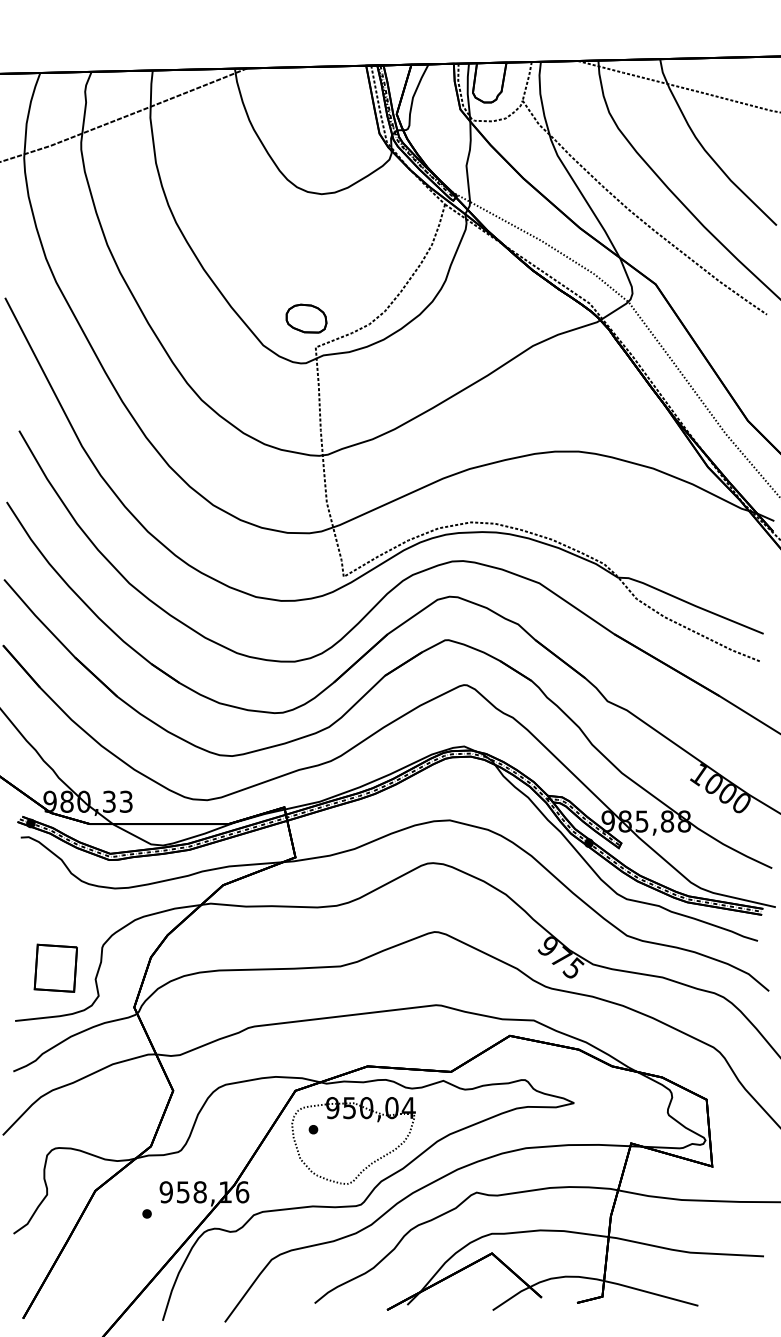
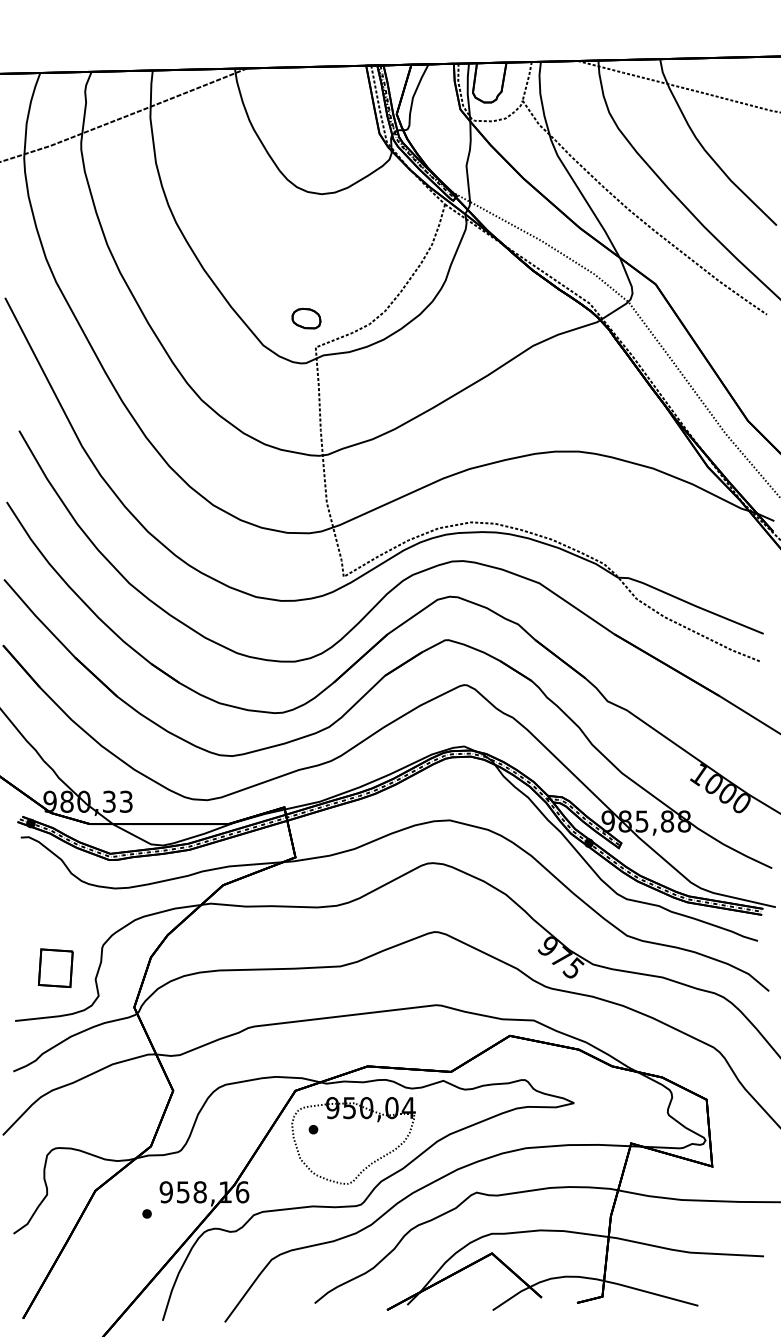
part at (306, 318) size: 43x31 px -> 31x23 px
part at (55, 967) size: 45x50 px -> 37x40 px
